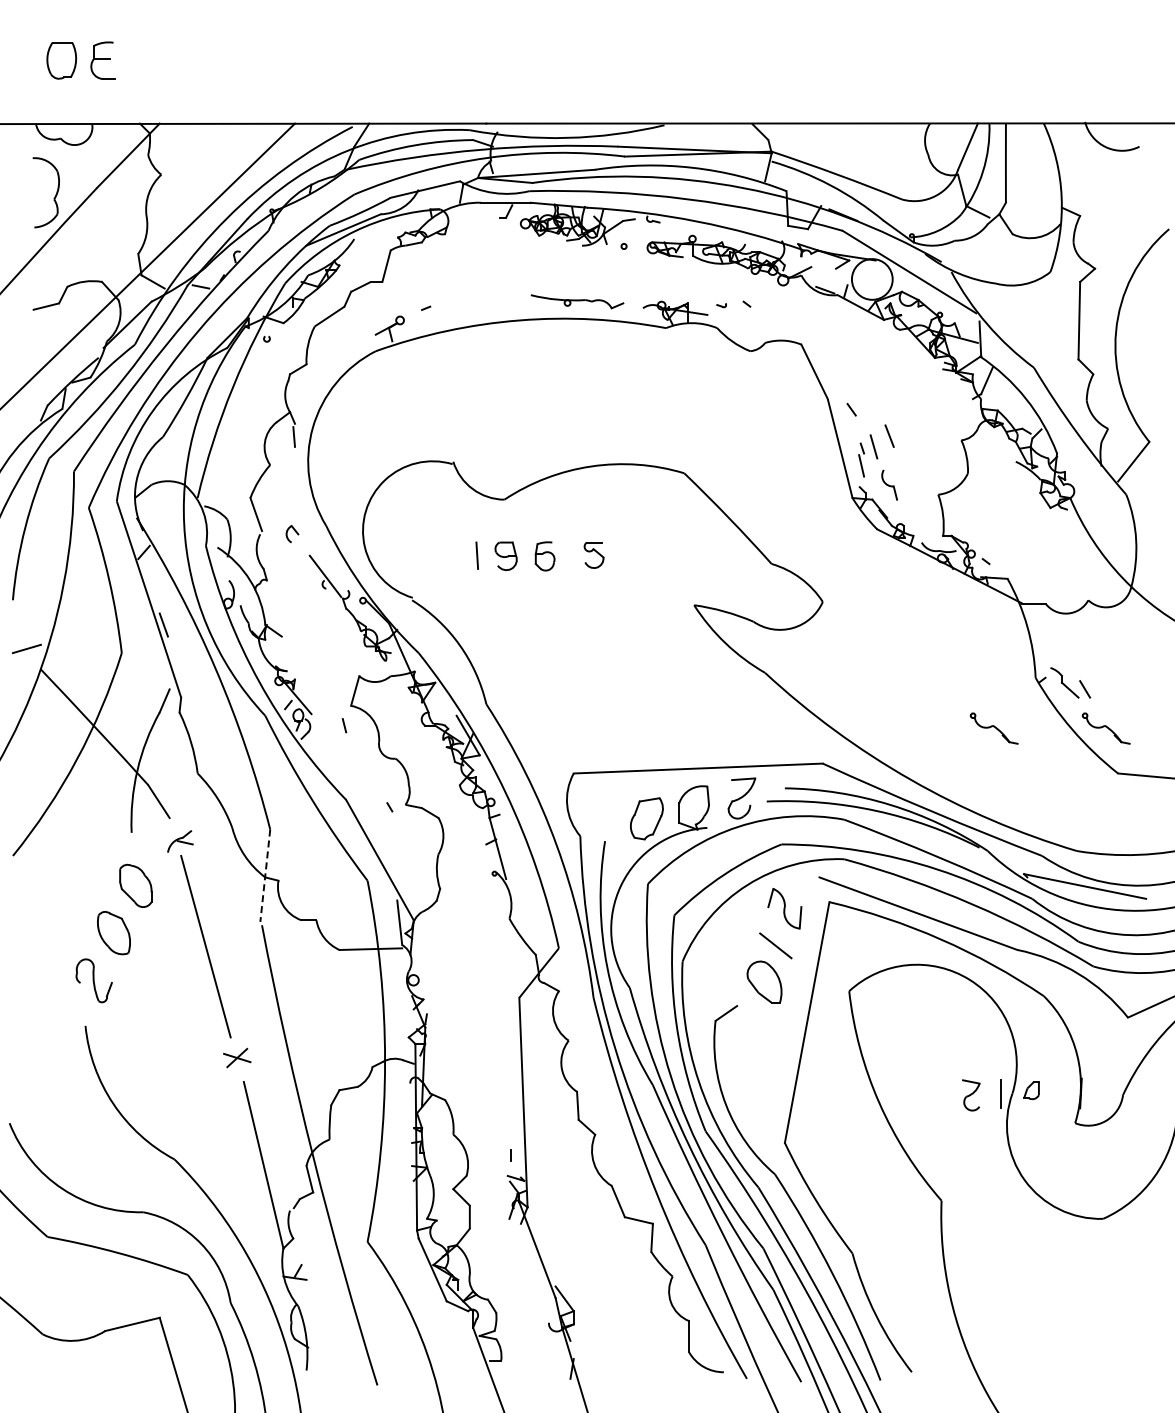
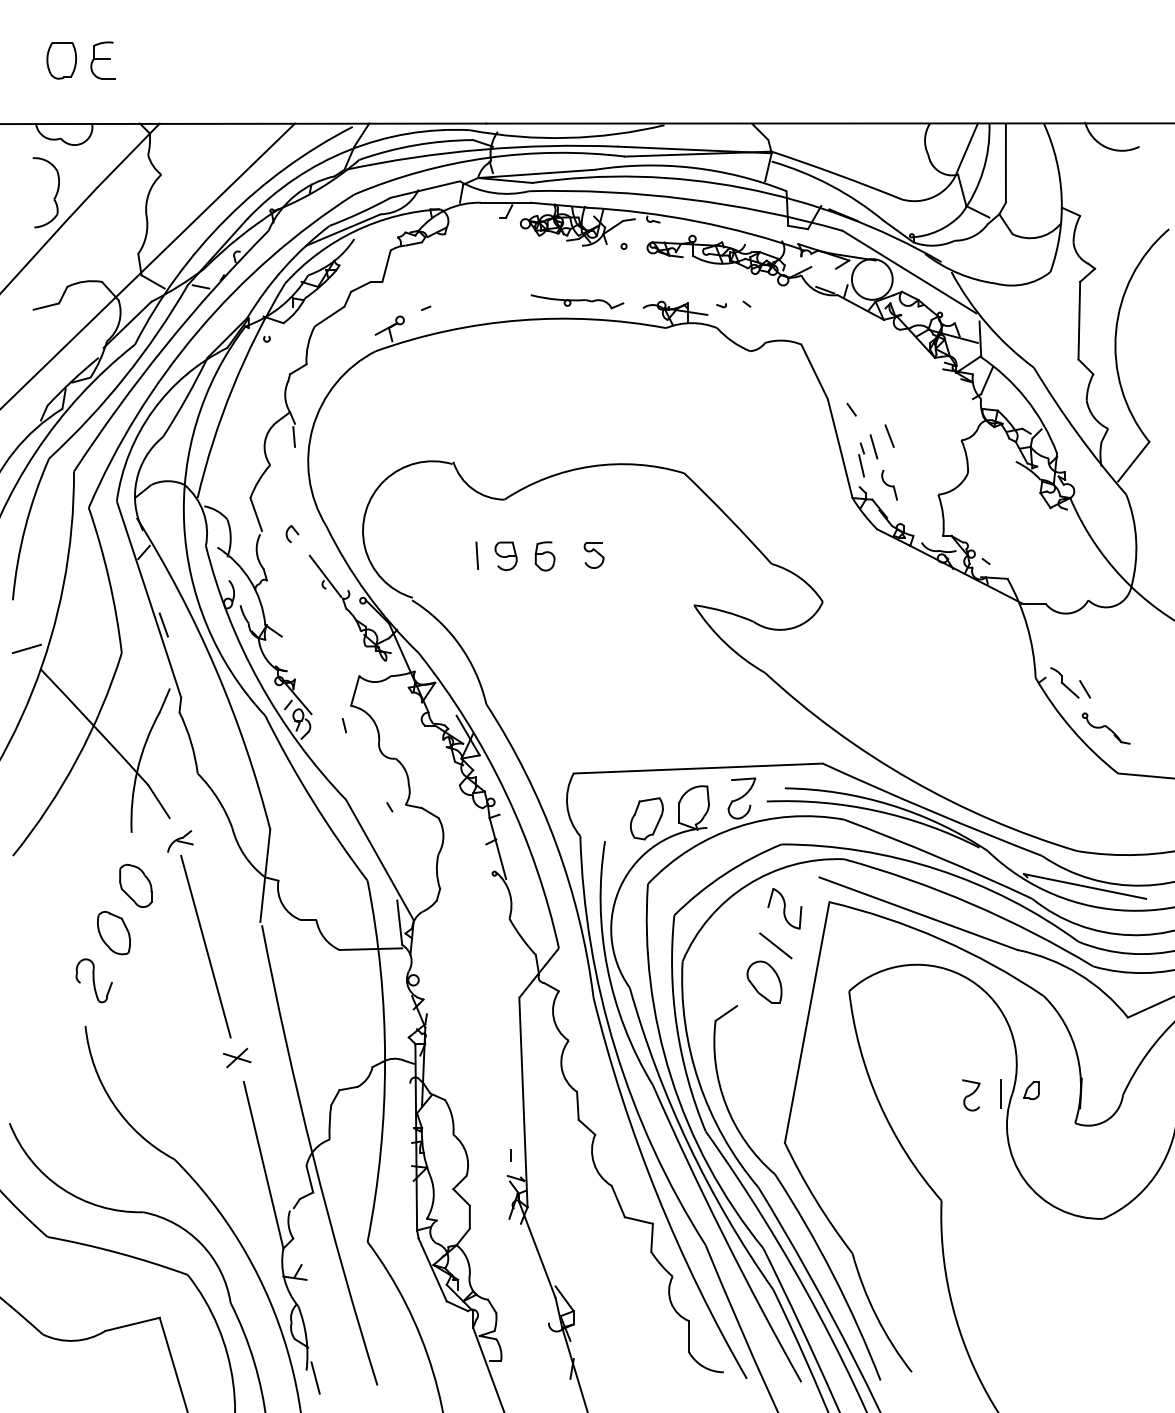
part at (993, 728): present -> none
line at (265, 876): dashed -> solid
line at (315, 1377): none -> present
